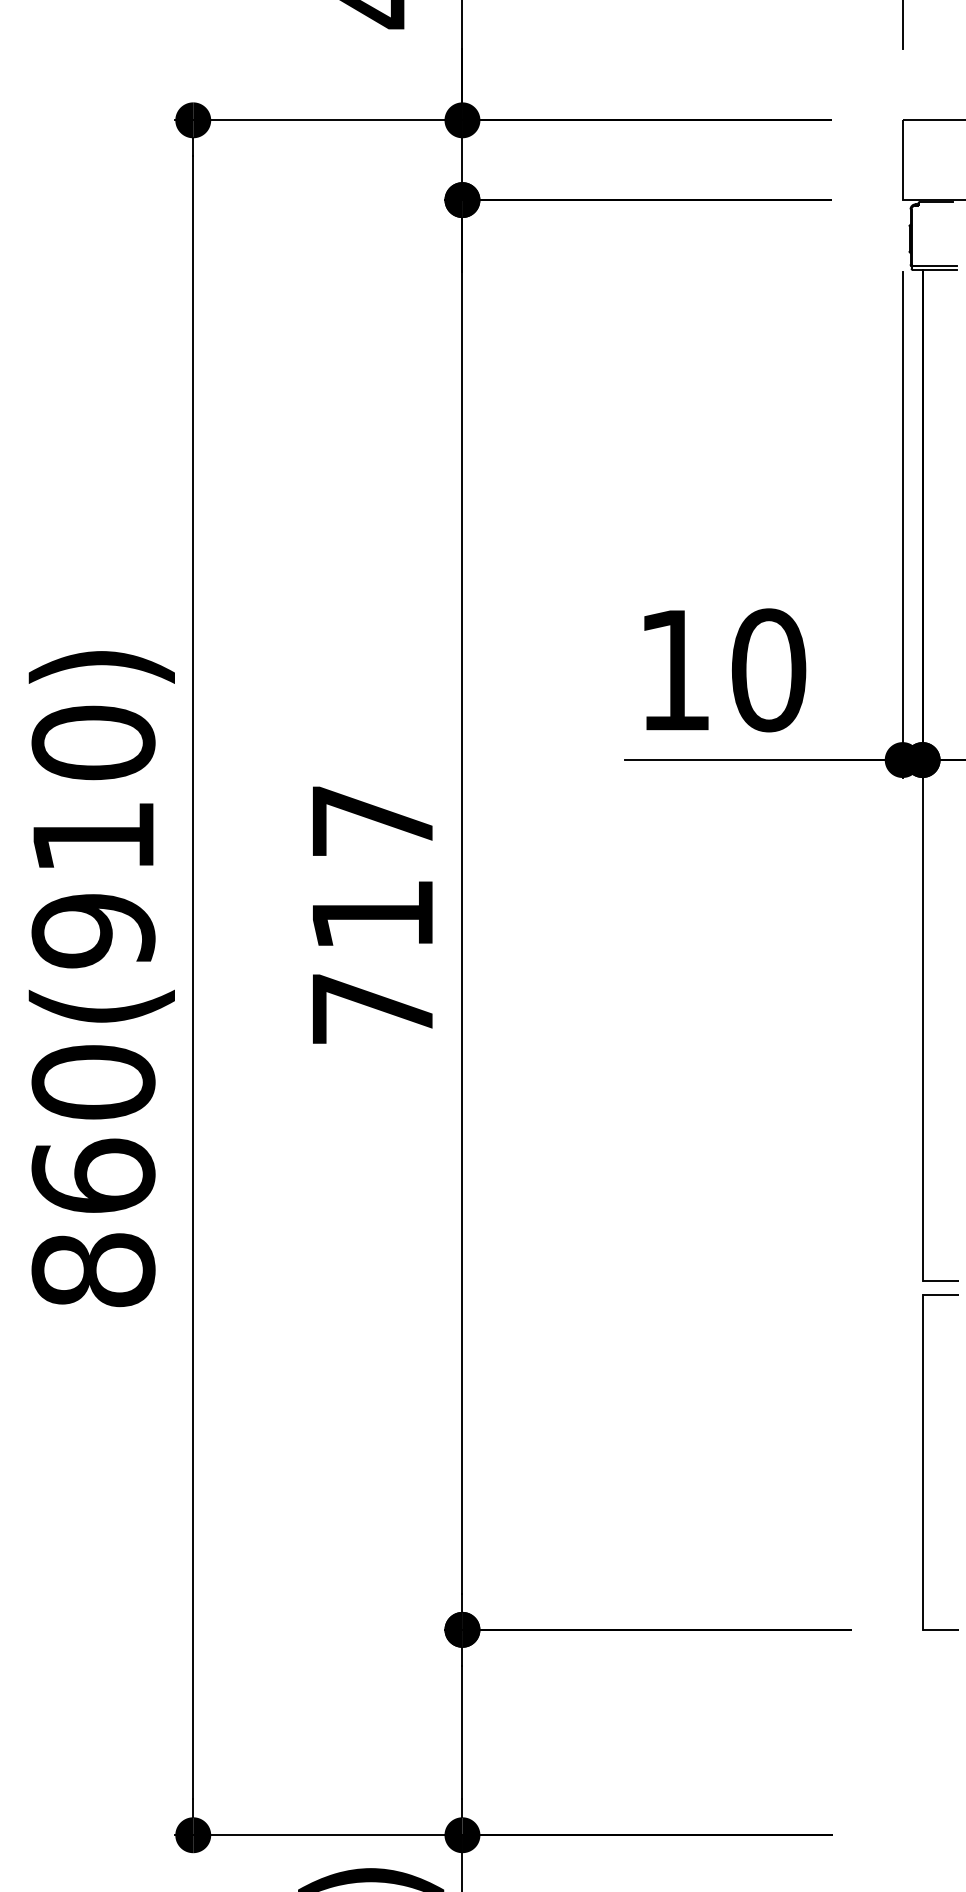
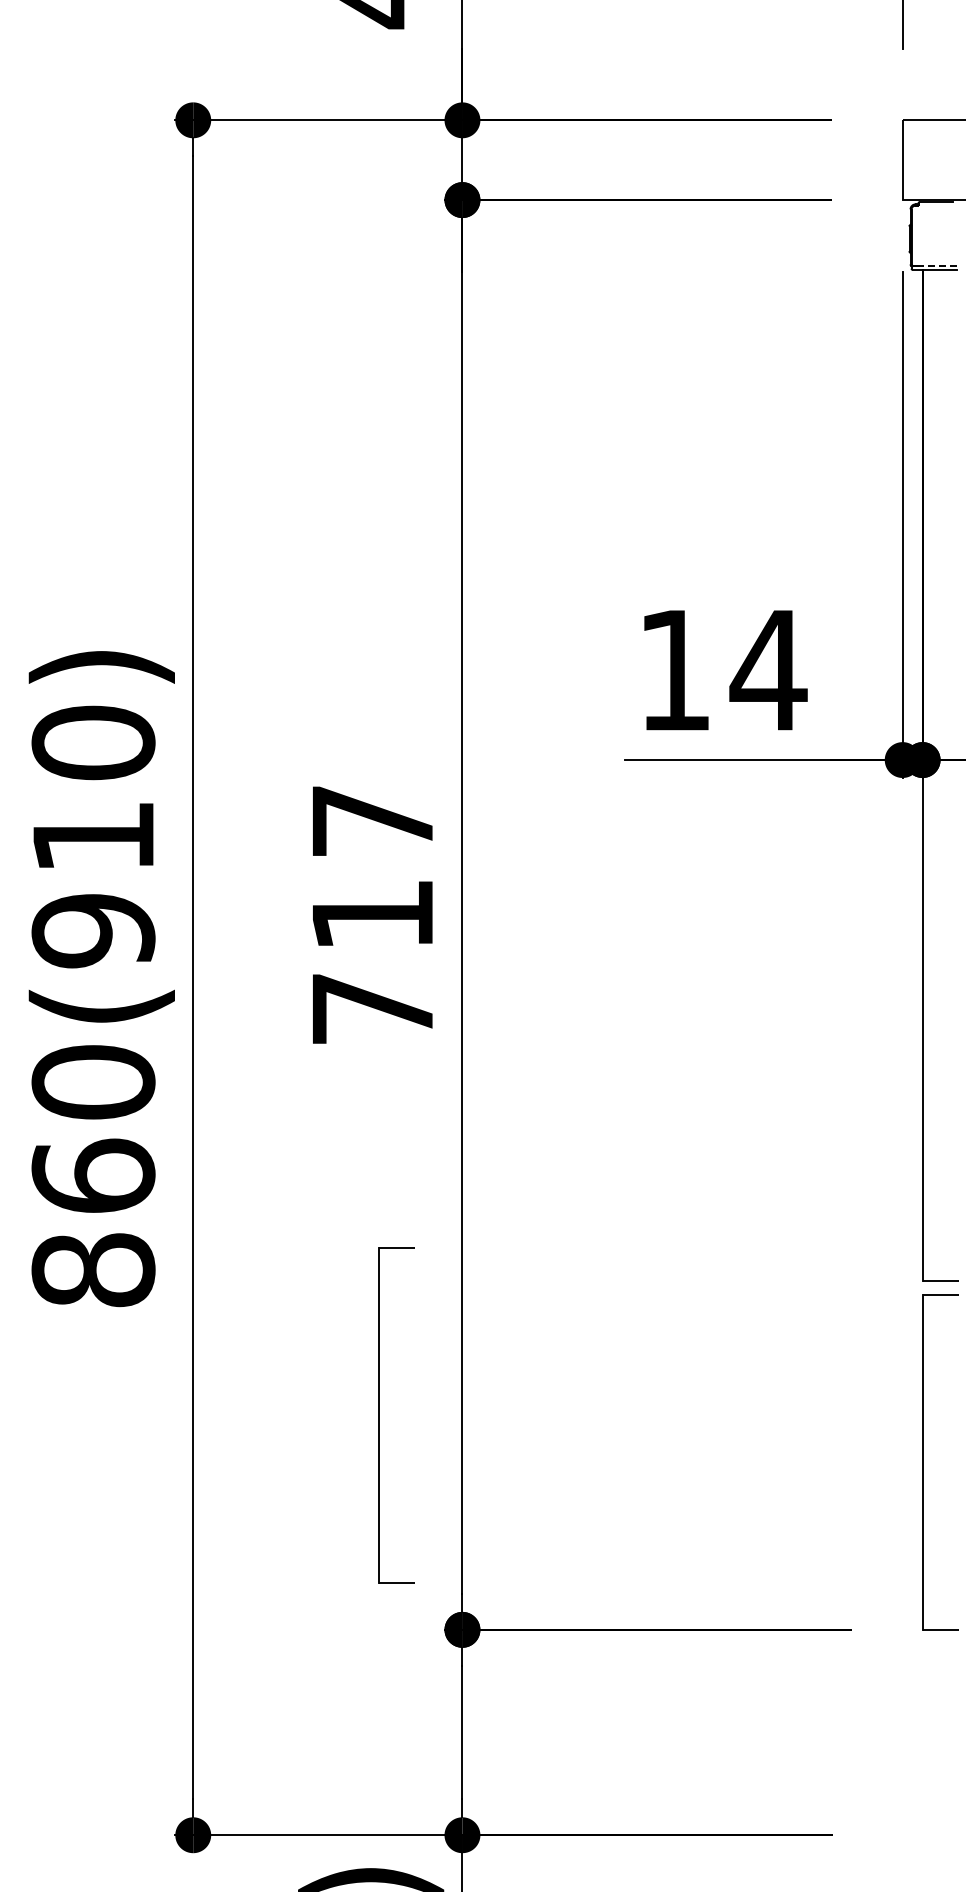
line at (937, 265): solid -> dashed
text at (768, 670): 10 -> 14
part at (379, 1415): none -> present
